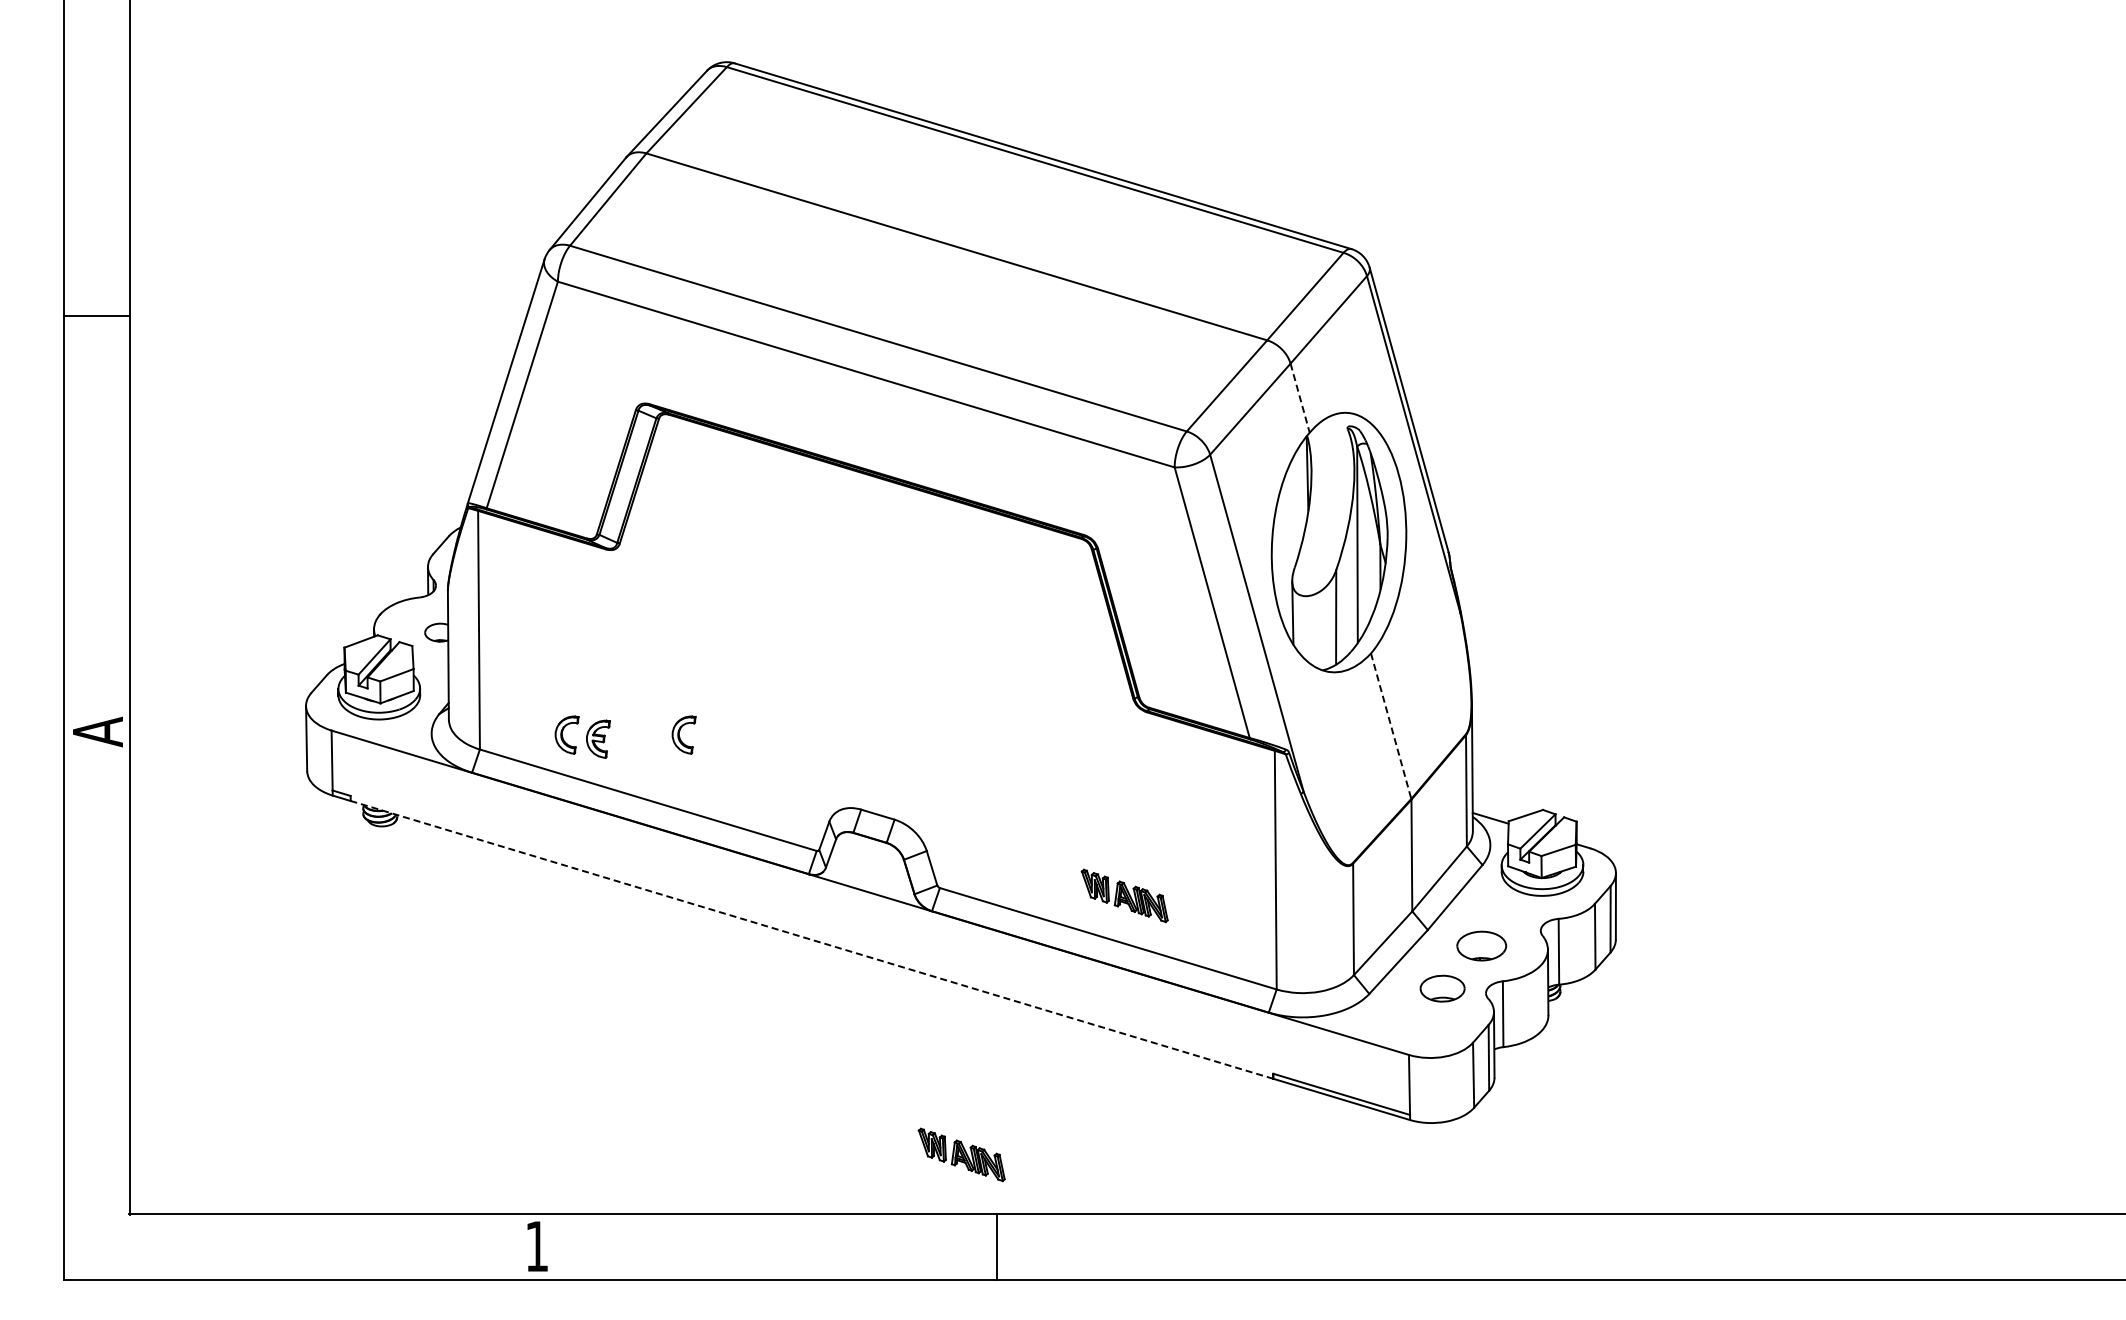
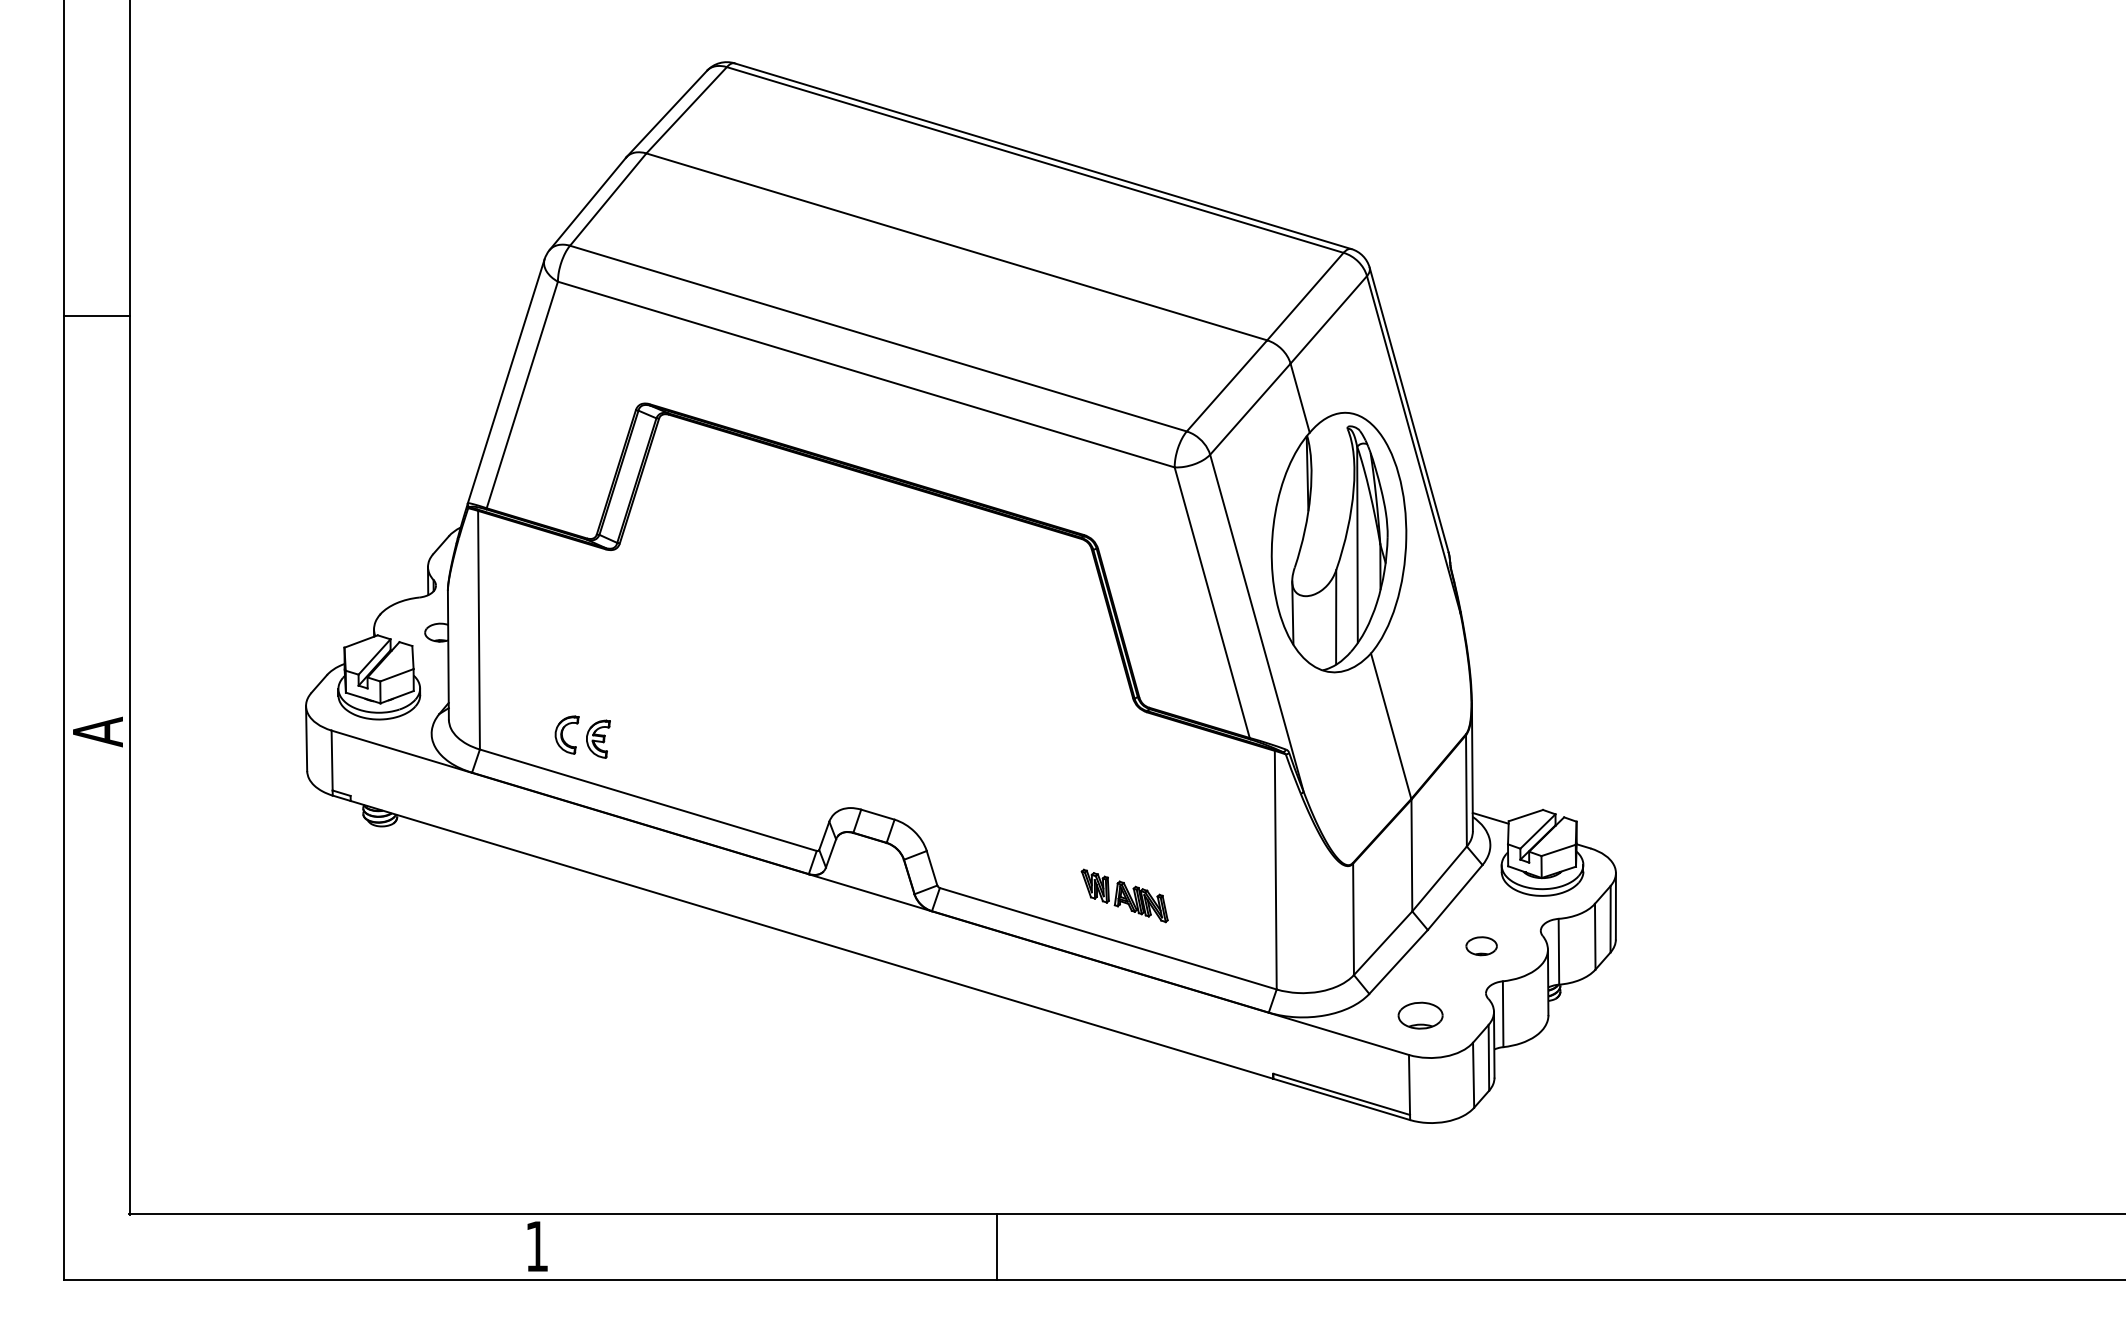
line at (1300, 398): dashed -> solid
line at (1391, 726): dashed -> solid
part at (683, 734): present -> none
line at (812, 939): dashed -> solid
part at (1481, 945) size: 52x32 px -> 33x21 px
part at (1442, 988) position: (1442, 988) -> (1420, 1015)
part at (961, 1154): present -> none
